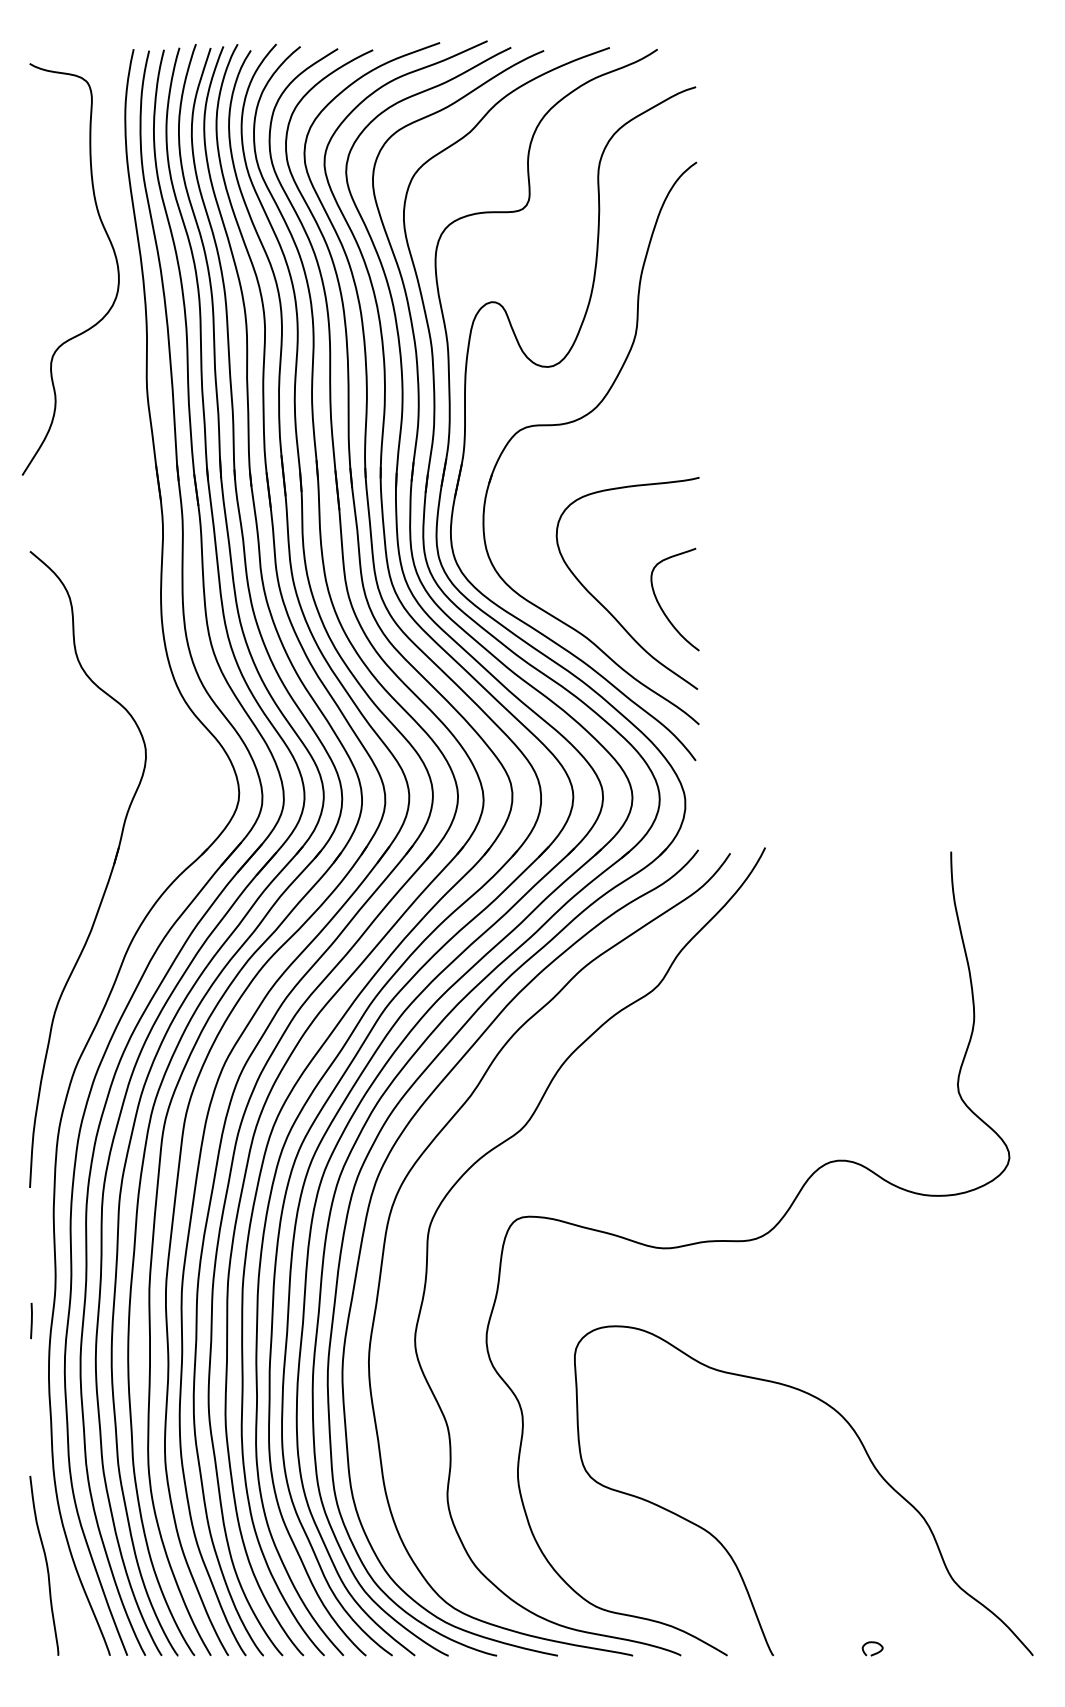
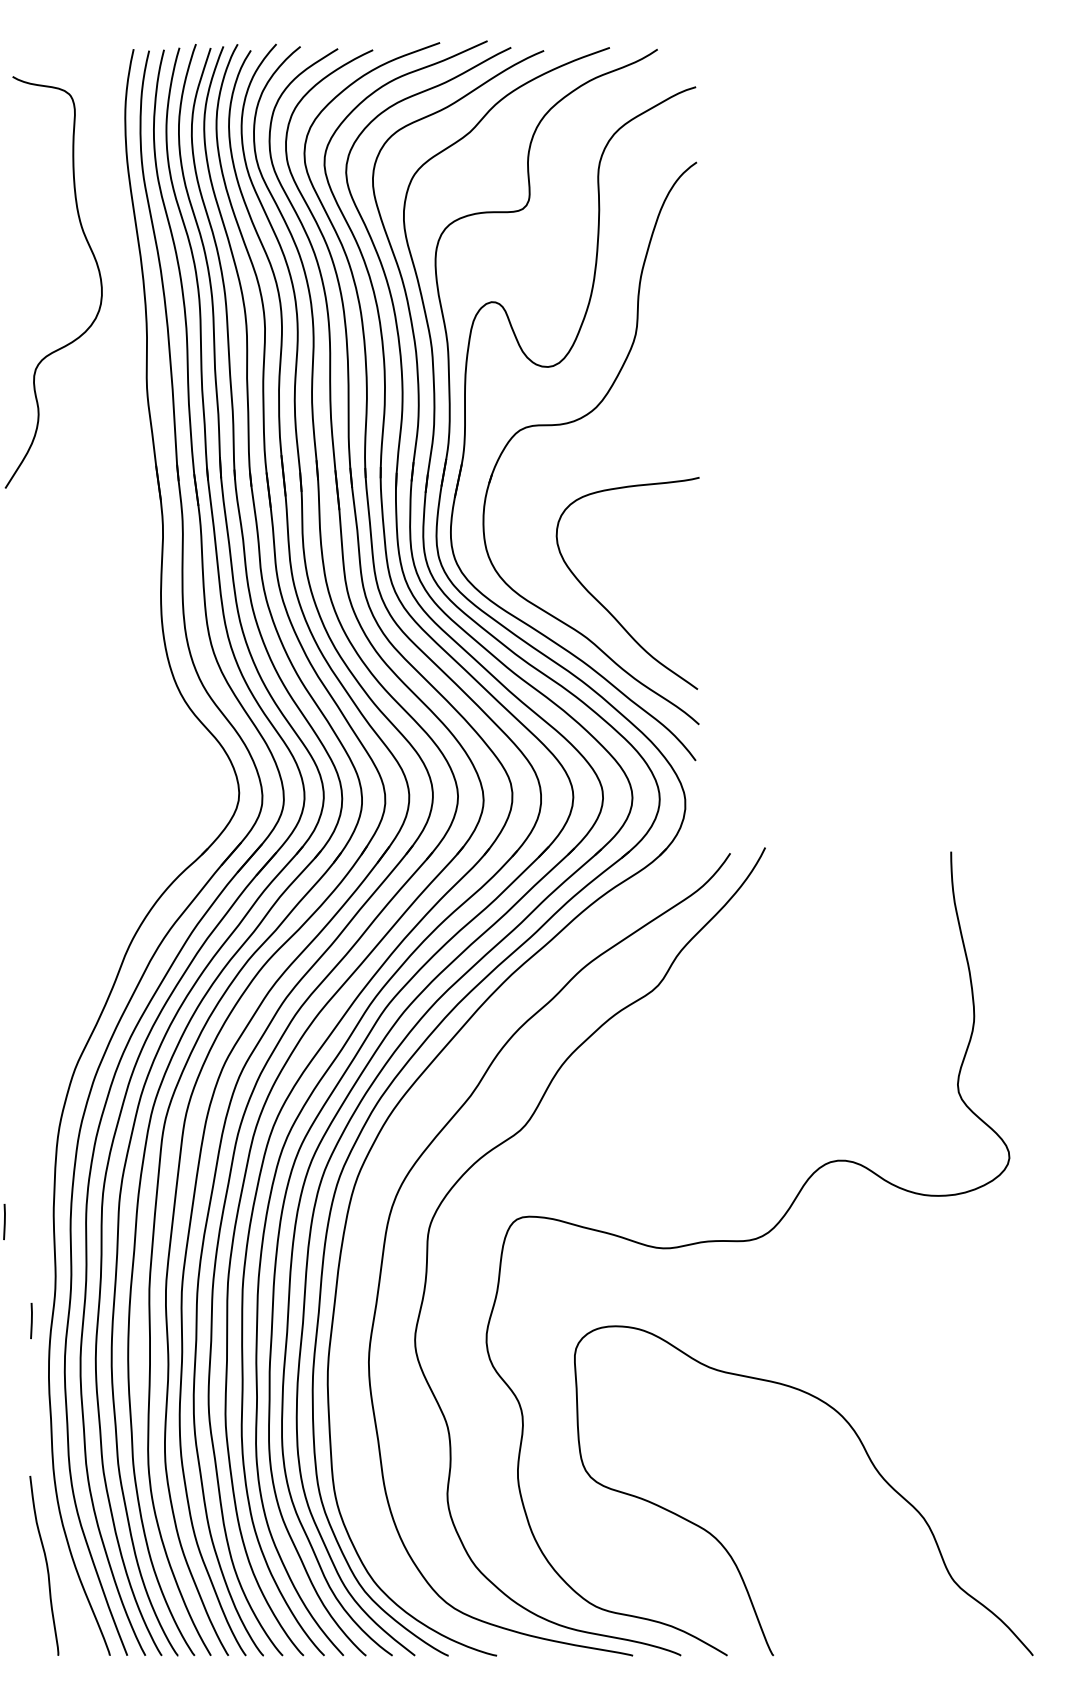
curve at (113, 253) position: (113, 253) -> (96, 266)
curve at (661, 606): present -> none
part at (109, 874): present -> none
line at (4, 1222): none -> present
curve at (366, 1223): present -> none
curve at (872, 1643): present -> none
